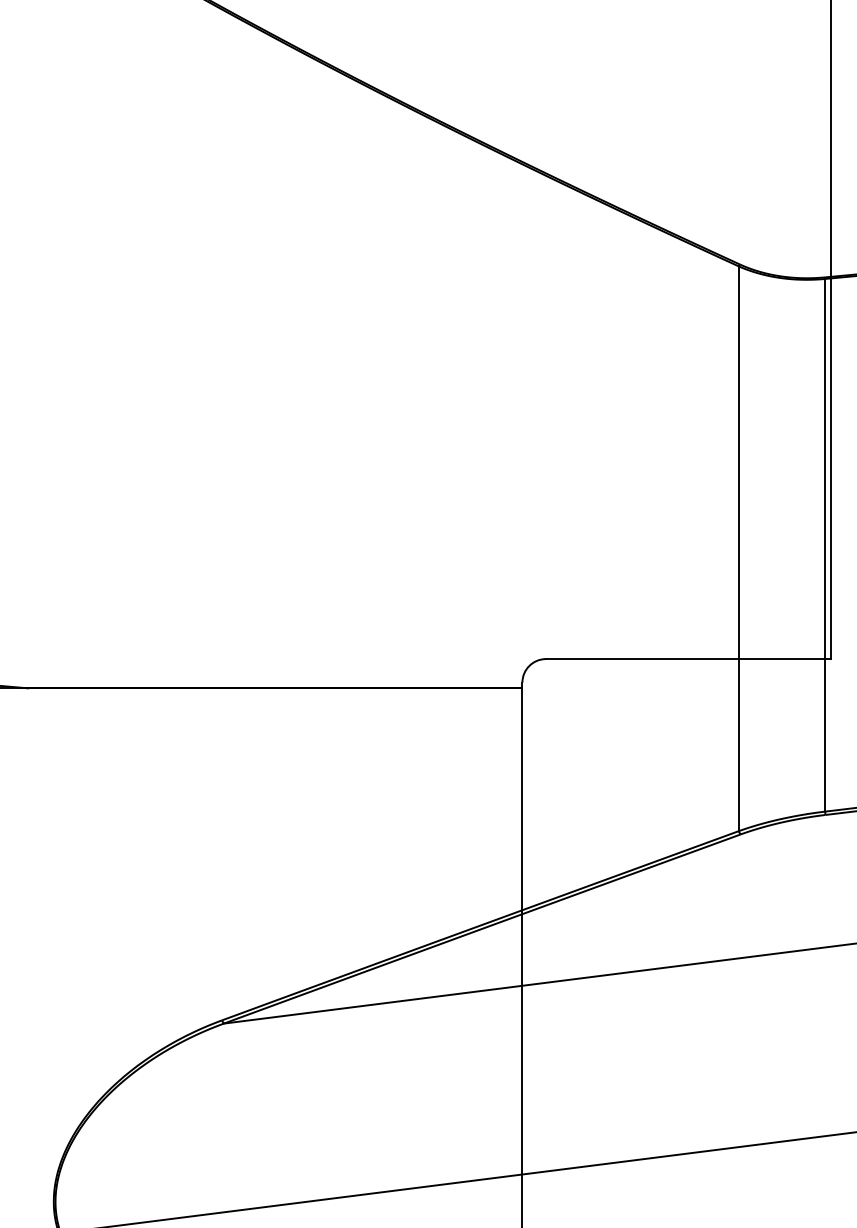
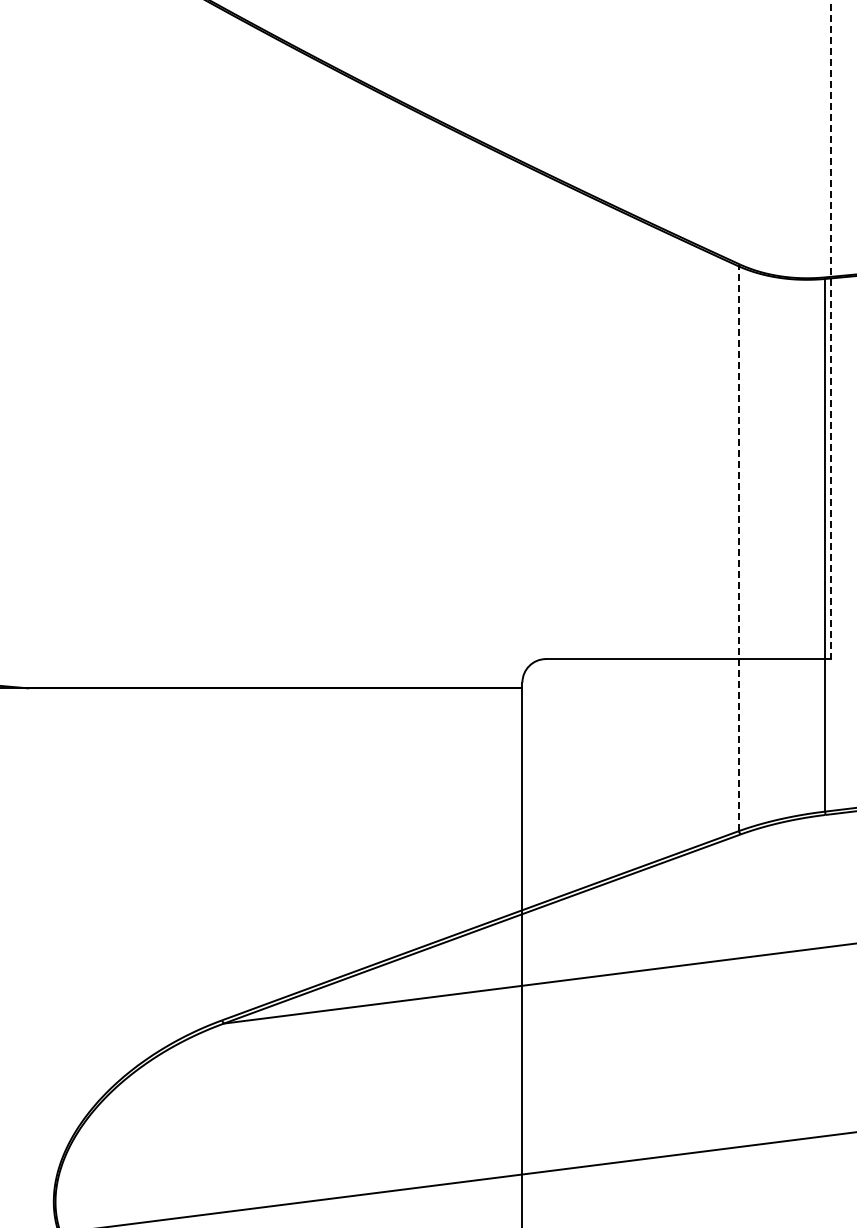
line at (831, 330): solid -> dashed
line at (738, 548): solid -> dashed
